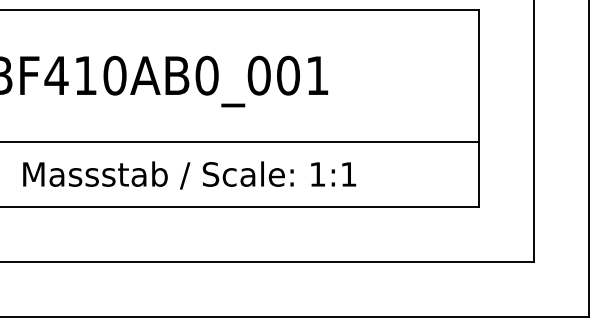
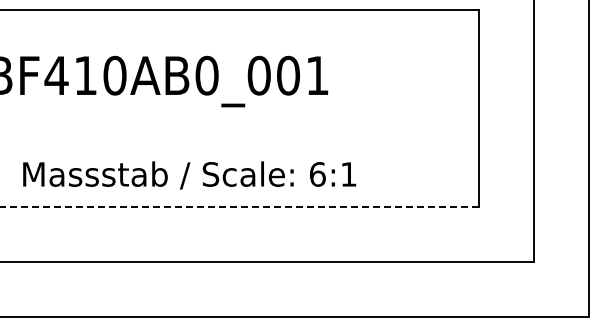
line at (240, 141): present -> none
text at (317, 174): 1:1 -> 6:1
line at (240, 207): solid -> dashed
